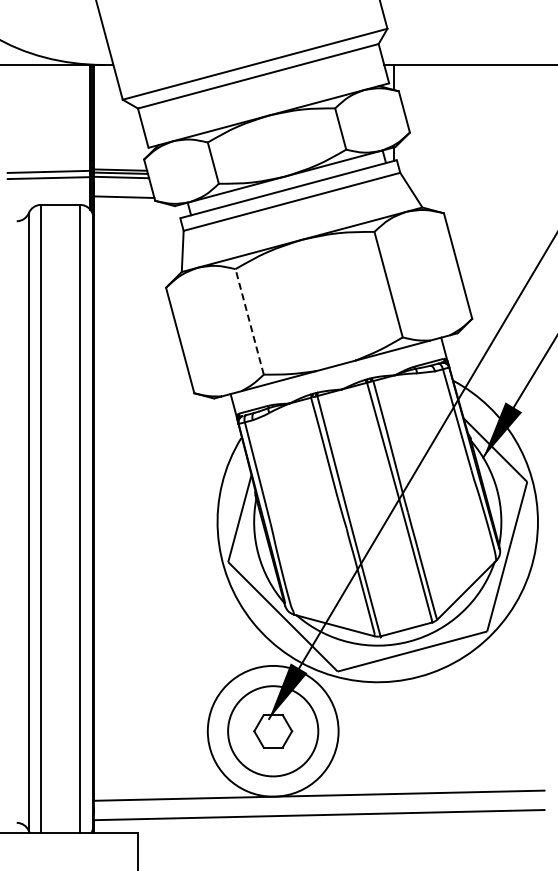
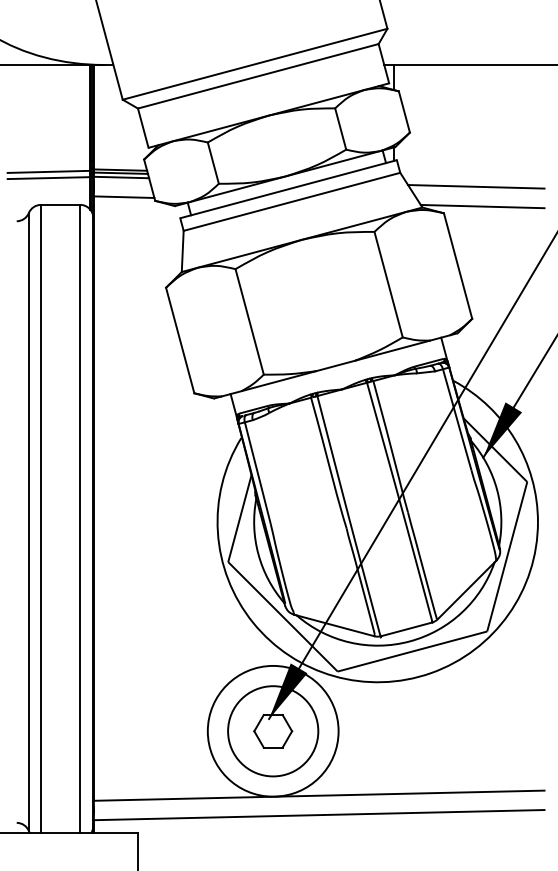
line at (476, 186): none -> present
line at (482, 206): none -> present
line at (249, 321): dashed -> solid
